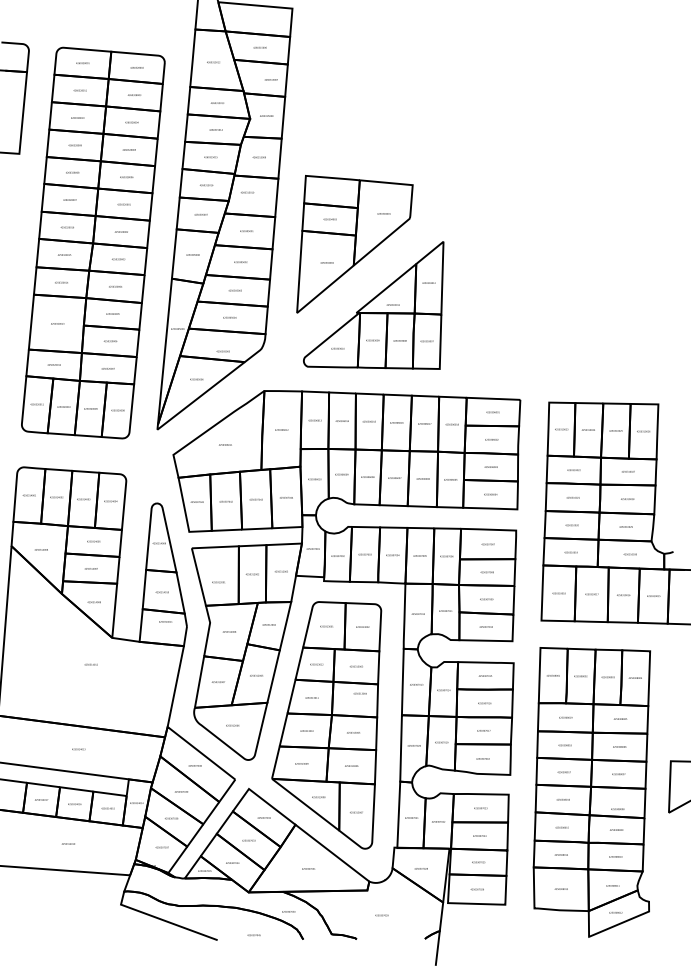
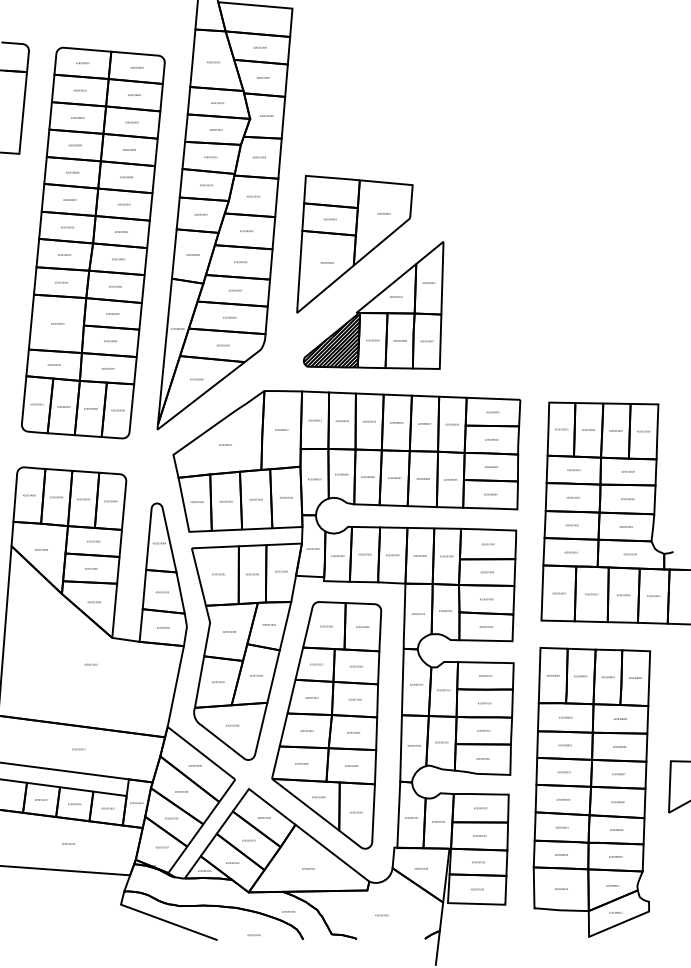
text at (271, 79) position: (271, 79) -> (263, 77)
text at (247, 192) position: (247, 192) -> (253, 196)
text at (392, 304) position: (392, 304) -> (395, 296)
hatch at (331, 340): none -> present
text at (222, 351) position: (222, 351) -> (222, 345)
text at (218, 582) position: (218, 582) -> (218, 574)
text at (165, 621) position: (165, 621) -> (163, 627)
text at (359, 693) position: (359, 693) -> (354, 699)
text at (617, 808) position: (617, 808) -> (617, 801)
